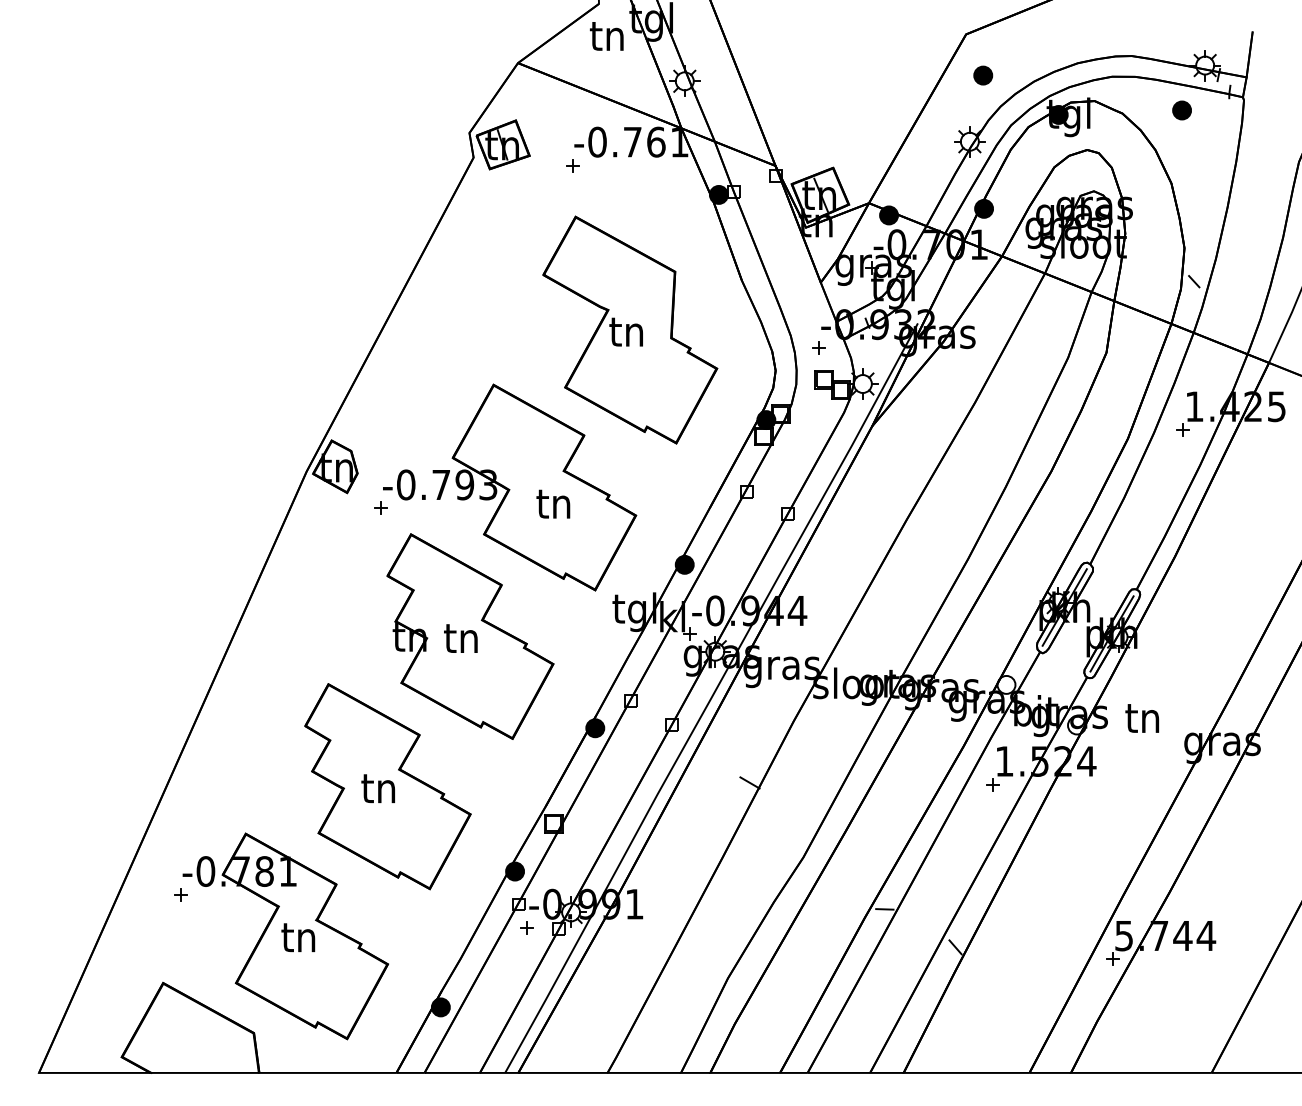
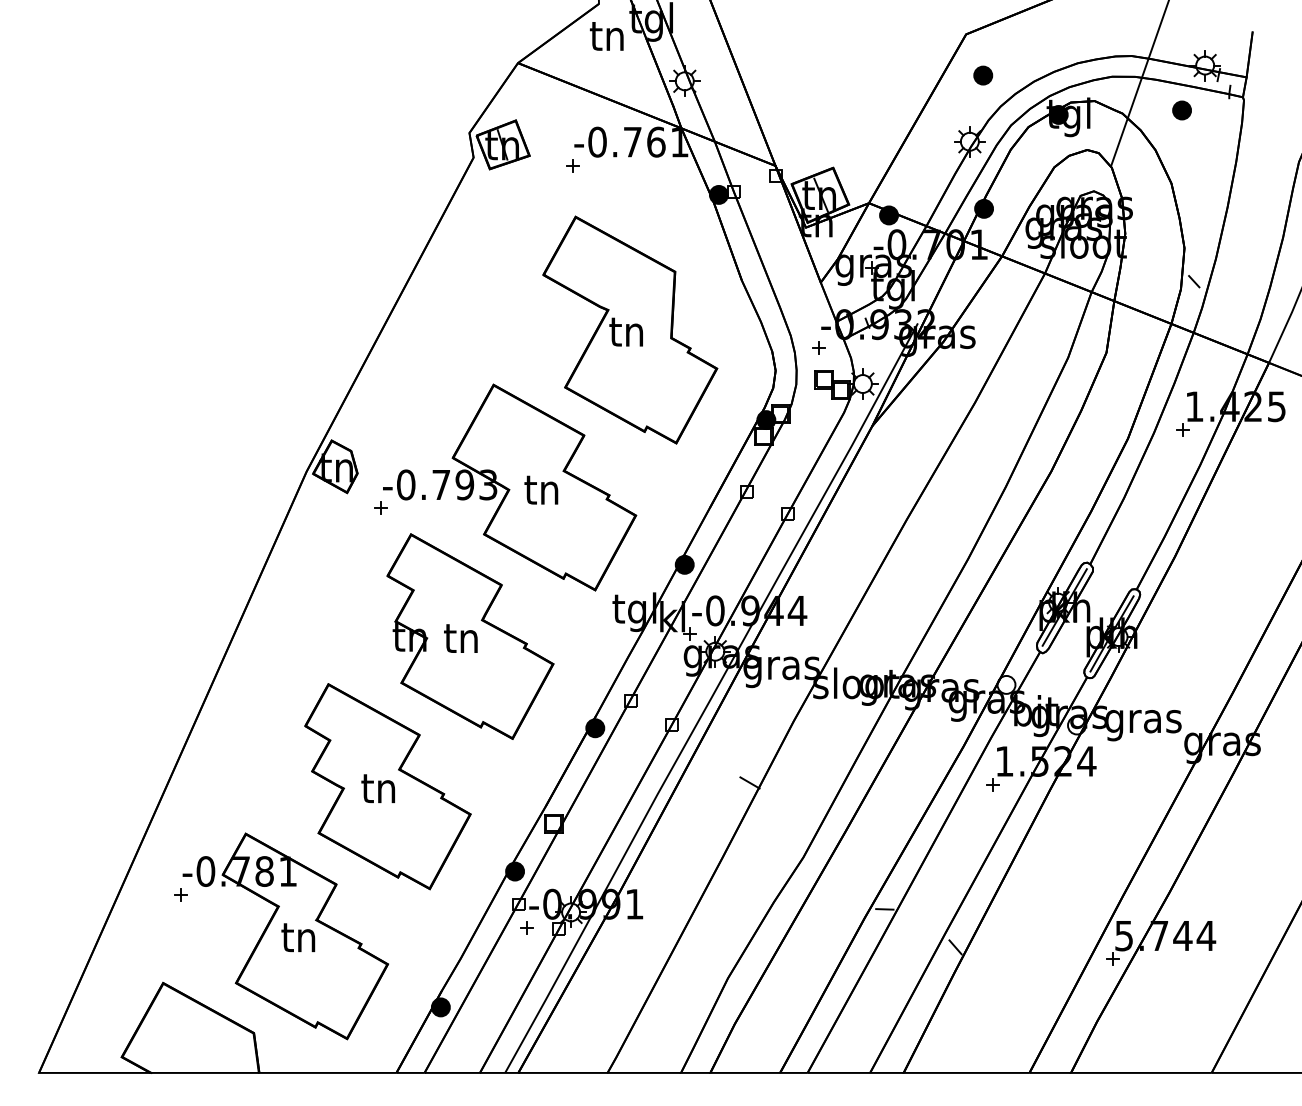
line at (1139, 83): none -> present
text at (553, 503) position: (553, 503) -> (541, 489)
text at (1143, 722): tn -> gras
